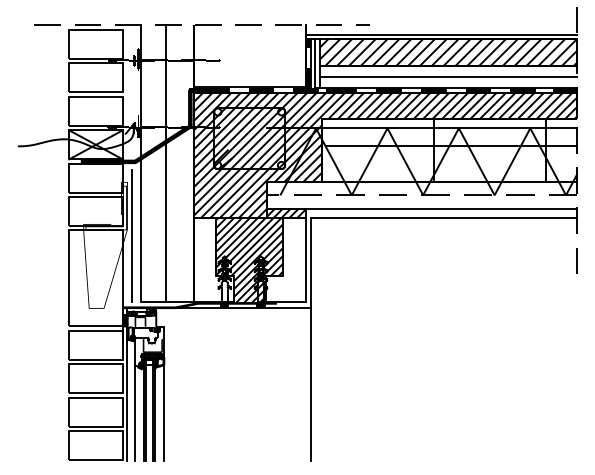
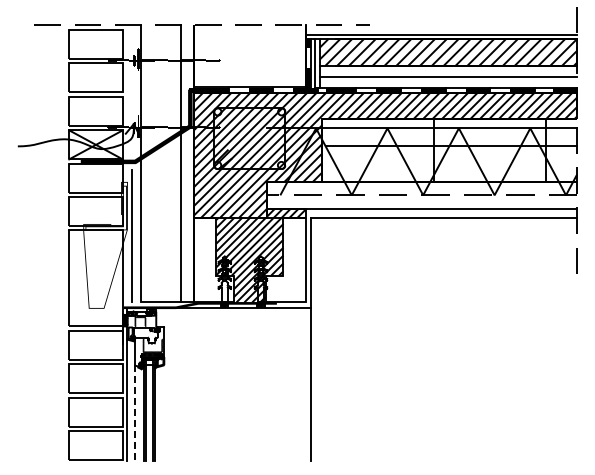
line at (166, 163) position: (166, 163) -> (181, 163)
line at (135, 412): solid -> dashed
line at (164, 412): present -> none
